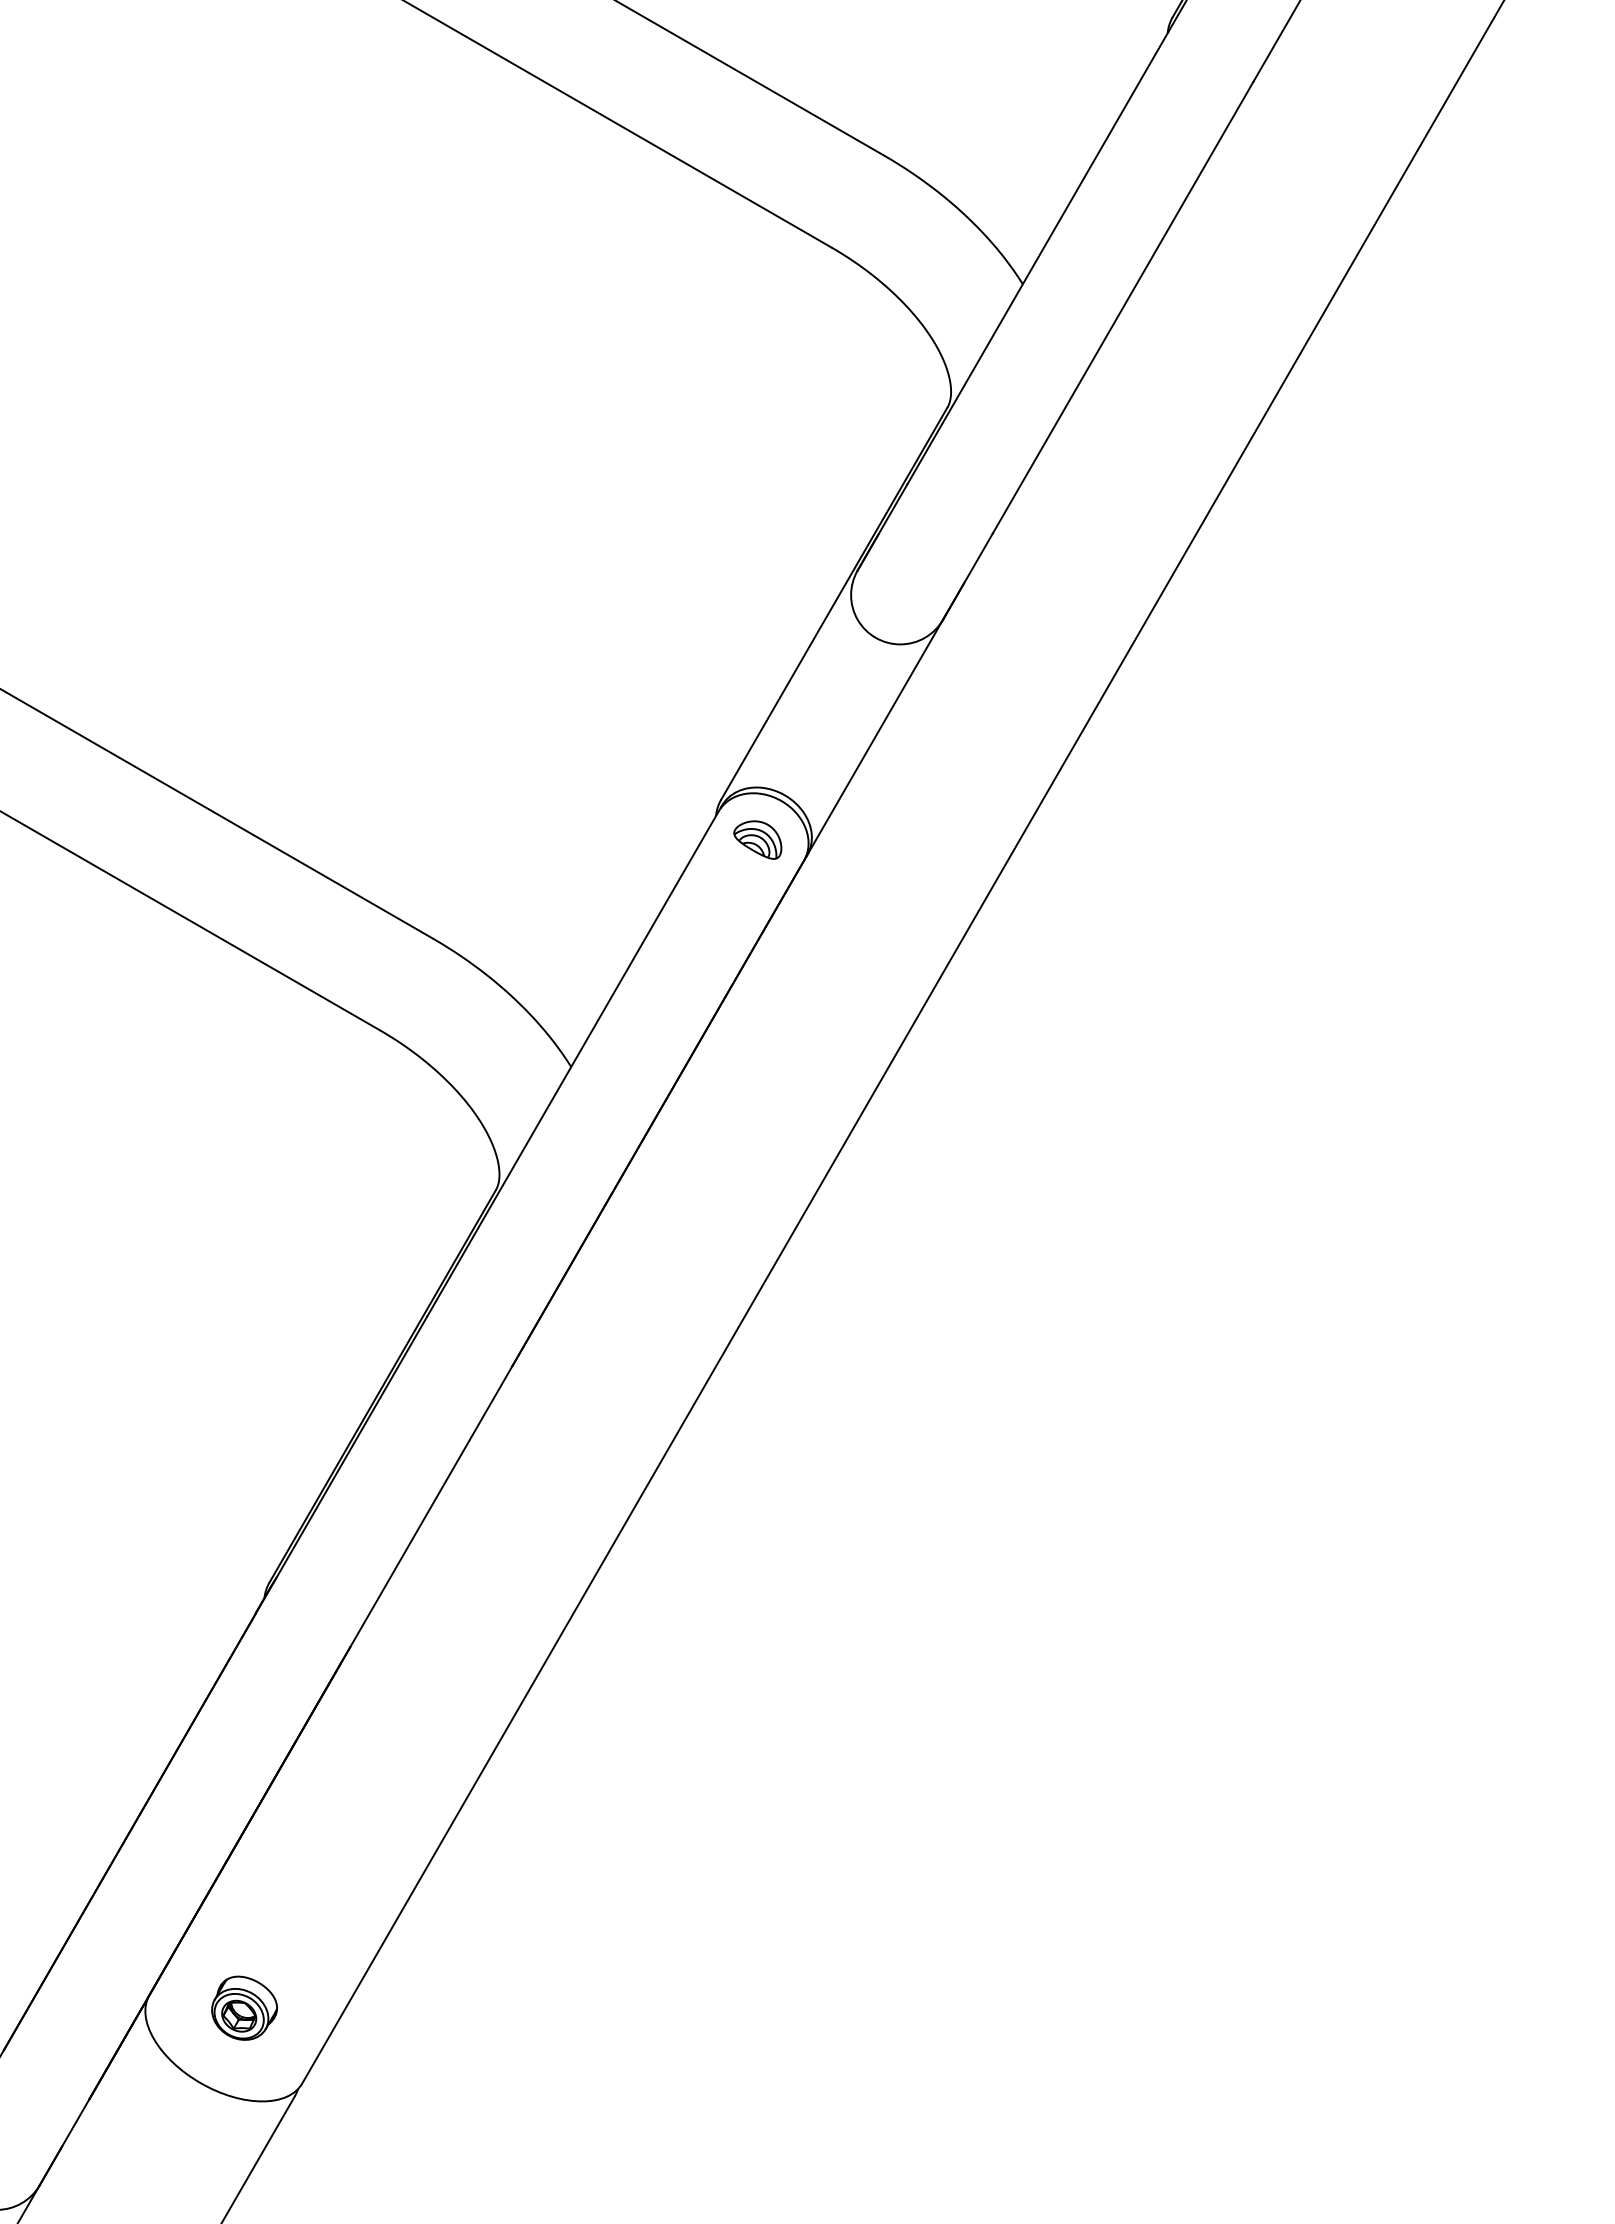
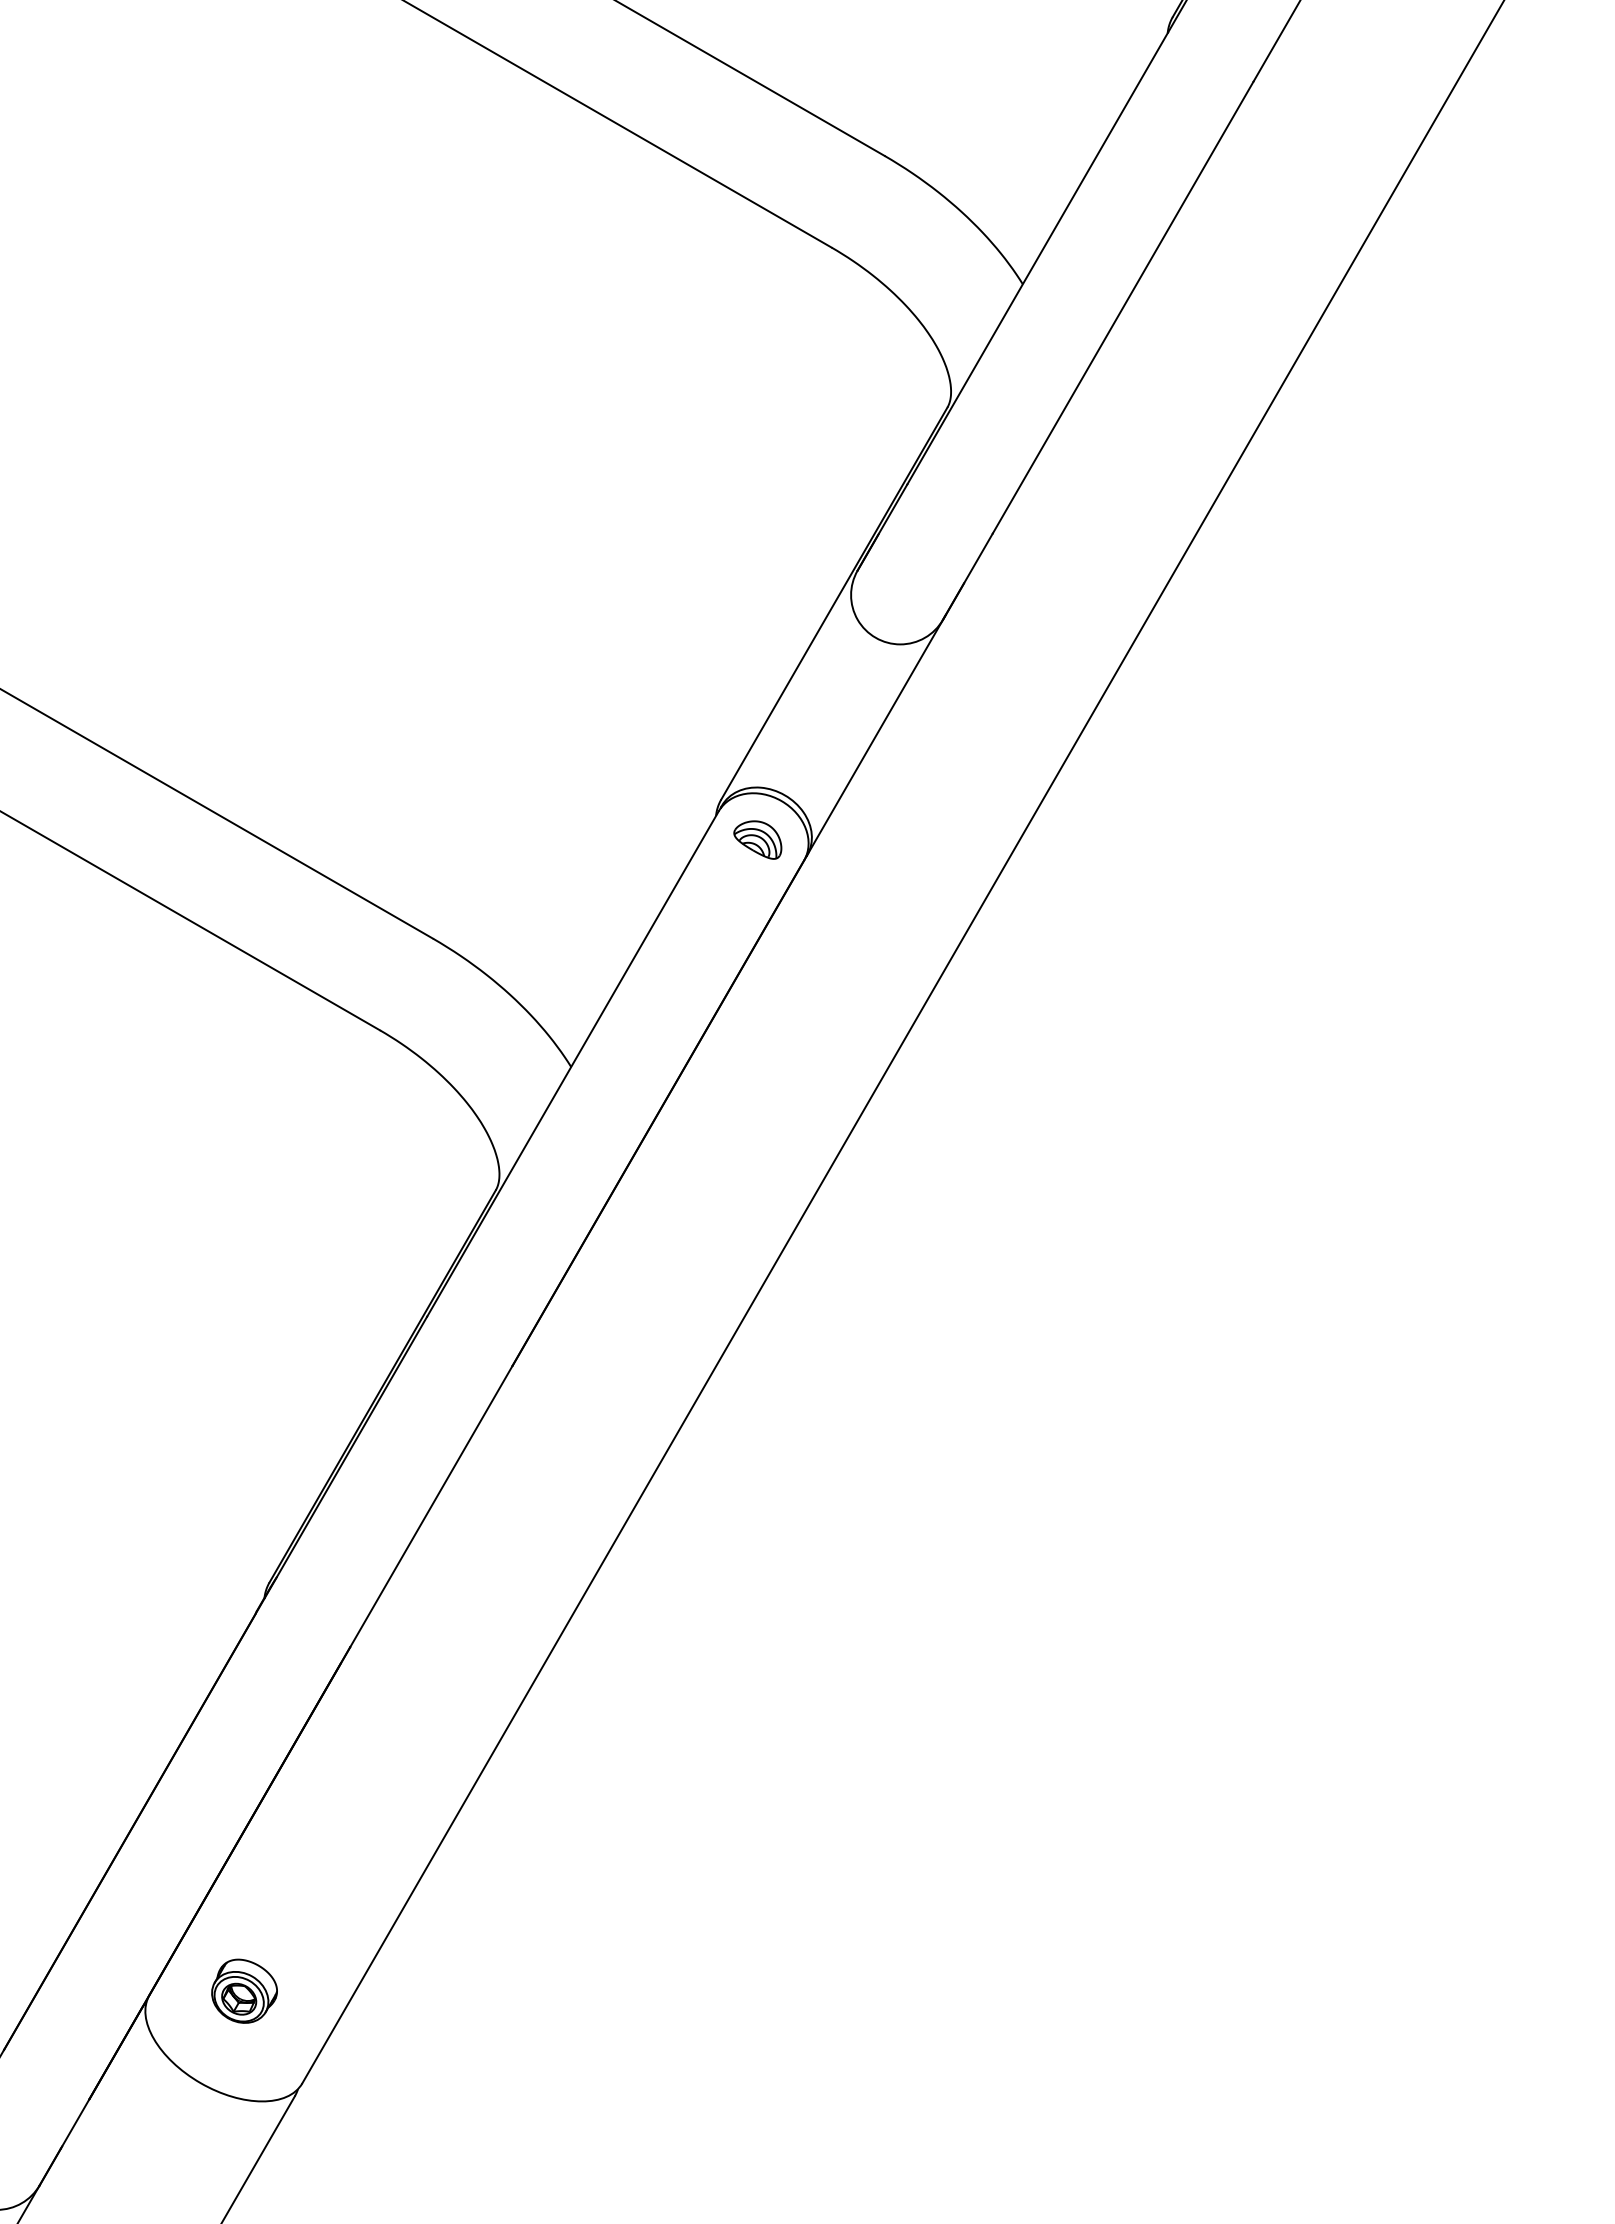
part at (244, 2007) position: (244, 2007) -> (244, 1990)
